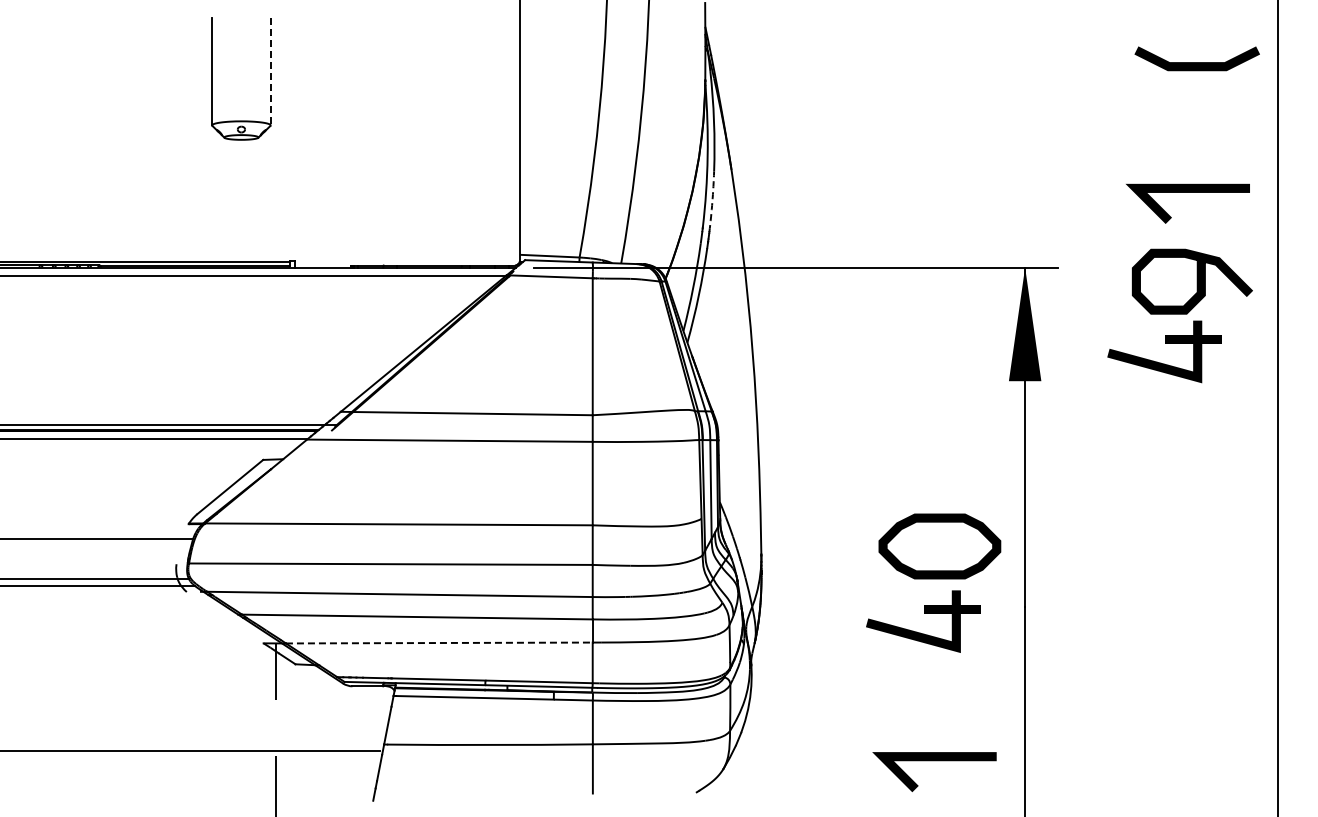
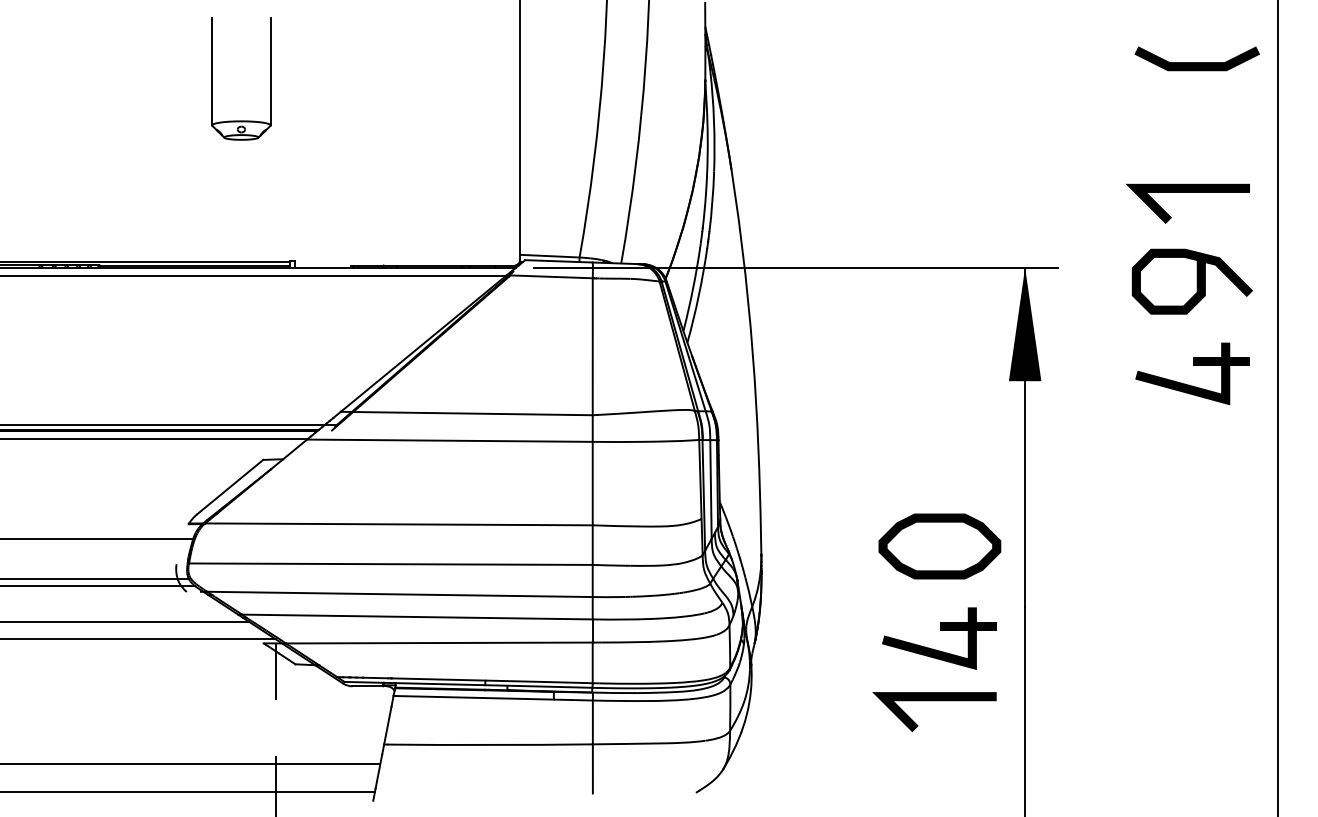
line at (270, 71): dashed -> solid
arc at (712, 201): dashed -> solid
part at (1165, 343) position: (1165, 343) -> (1193, 365)
part at (924, 613) position: (924, 613) -> (940, 630)
line at (125, 621): none -> present
line at (138, 639): none -> present
line at (439, 643): dashed -> solid
line at (191, 750) position: (191, 750) -> (191, 763)
line at (934, 761) position: (934, 761) -> (934, 701)
line at (188, 792): none -> present
